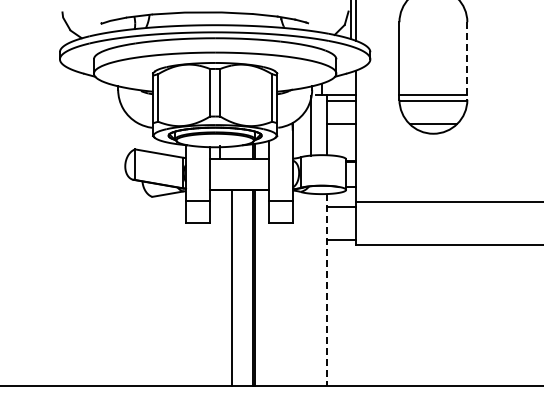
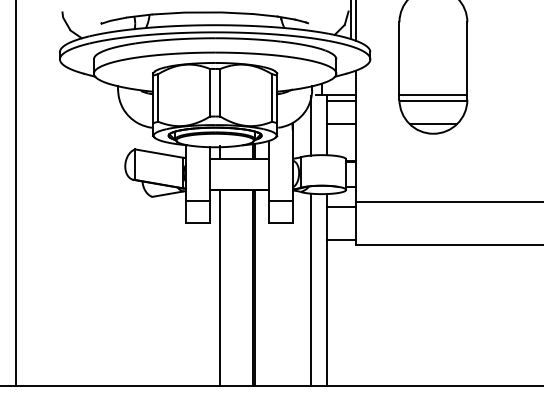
line at (467, 61): dashed -> solid
line at (16, 193): none -> present
line at (232, 287) position: (232, 287) -> (220, 287)
line at (310, 289): none -> present
line at (326, 290): dashed -> solid
